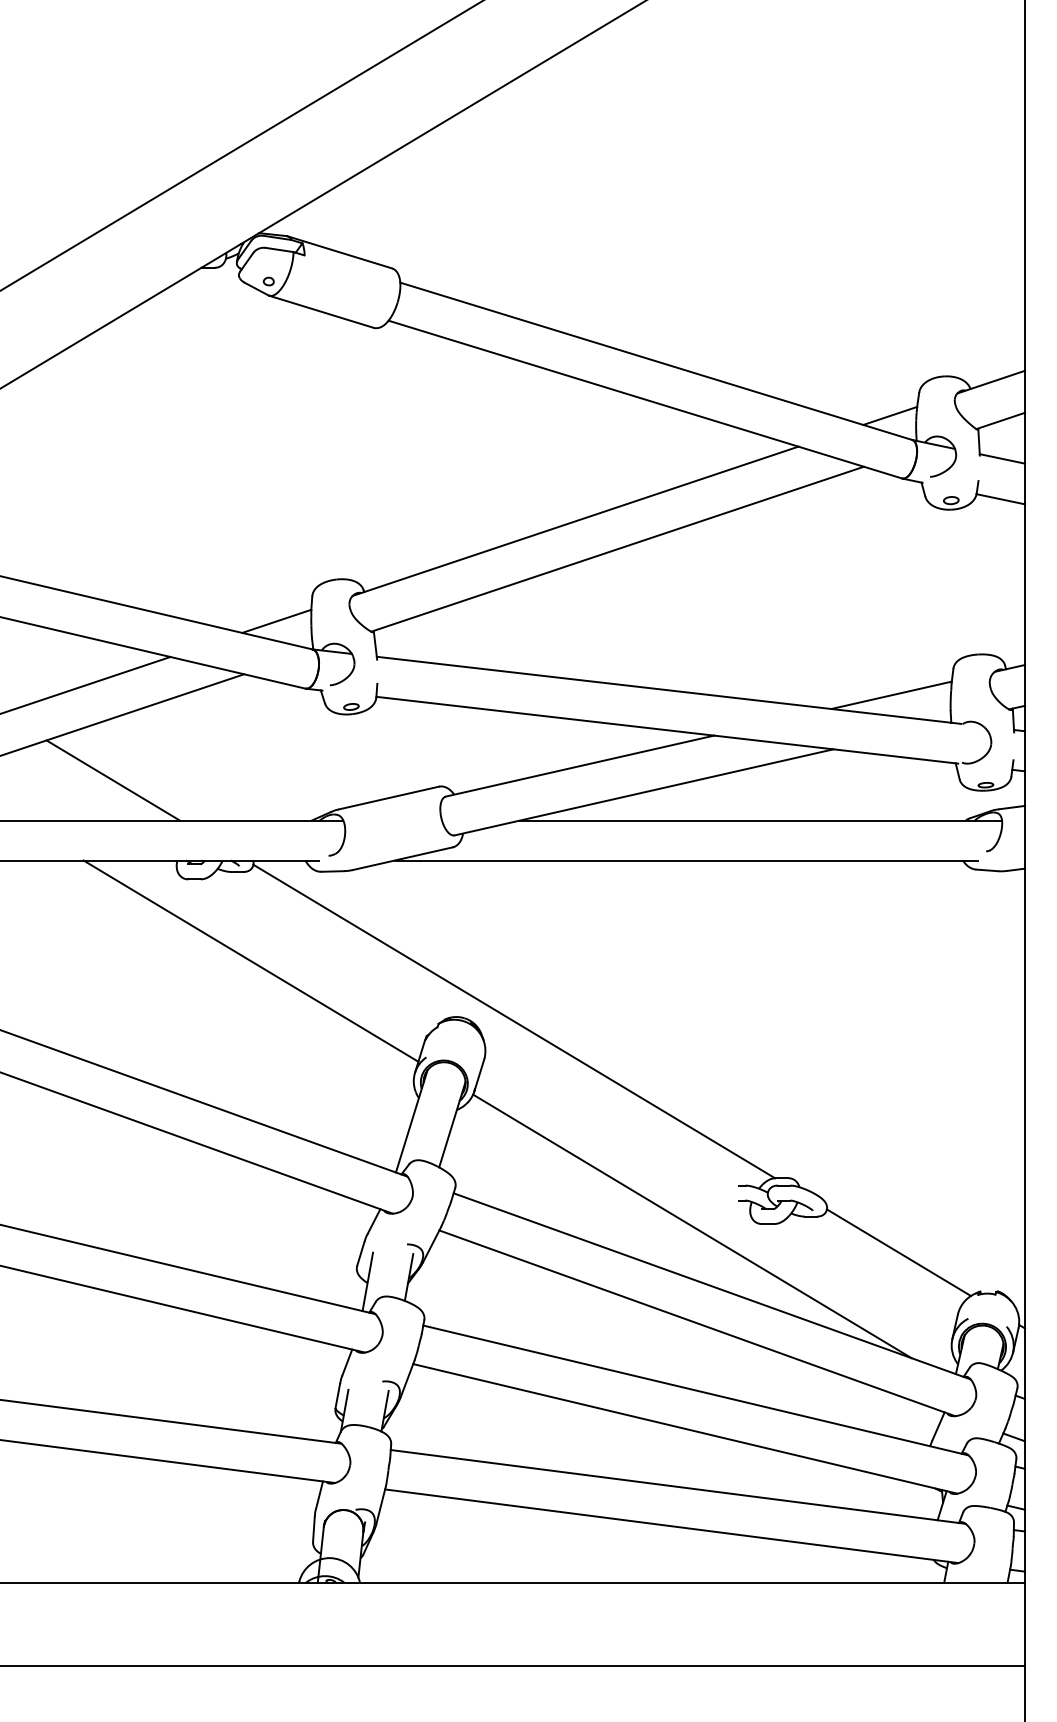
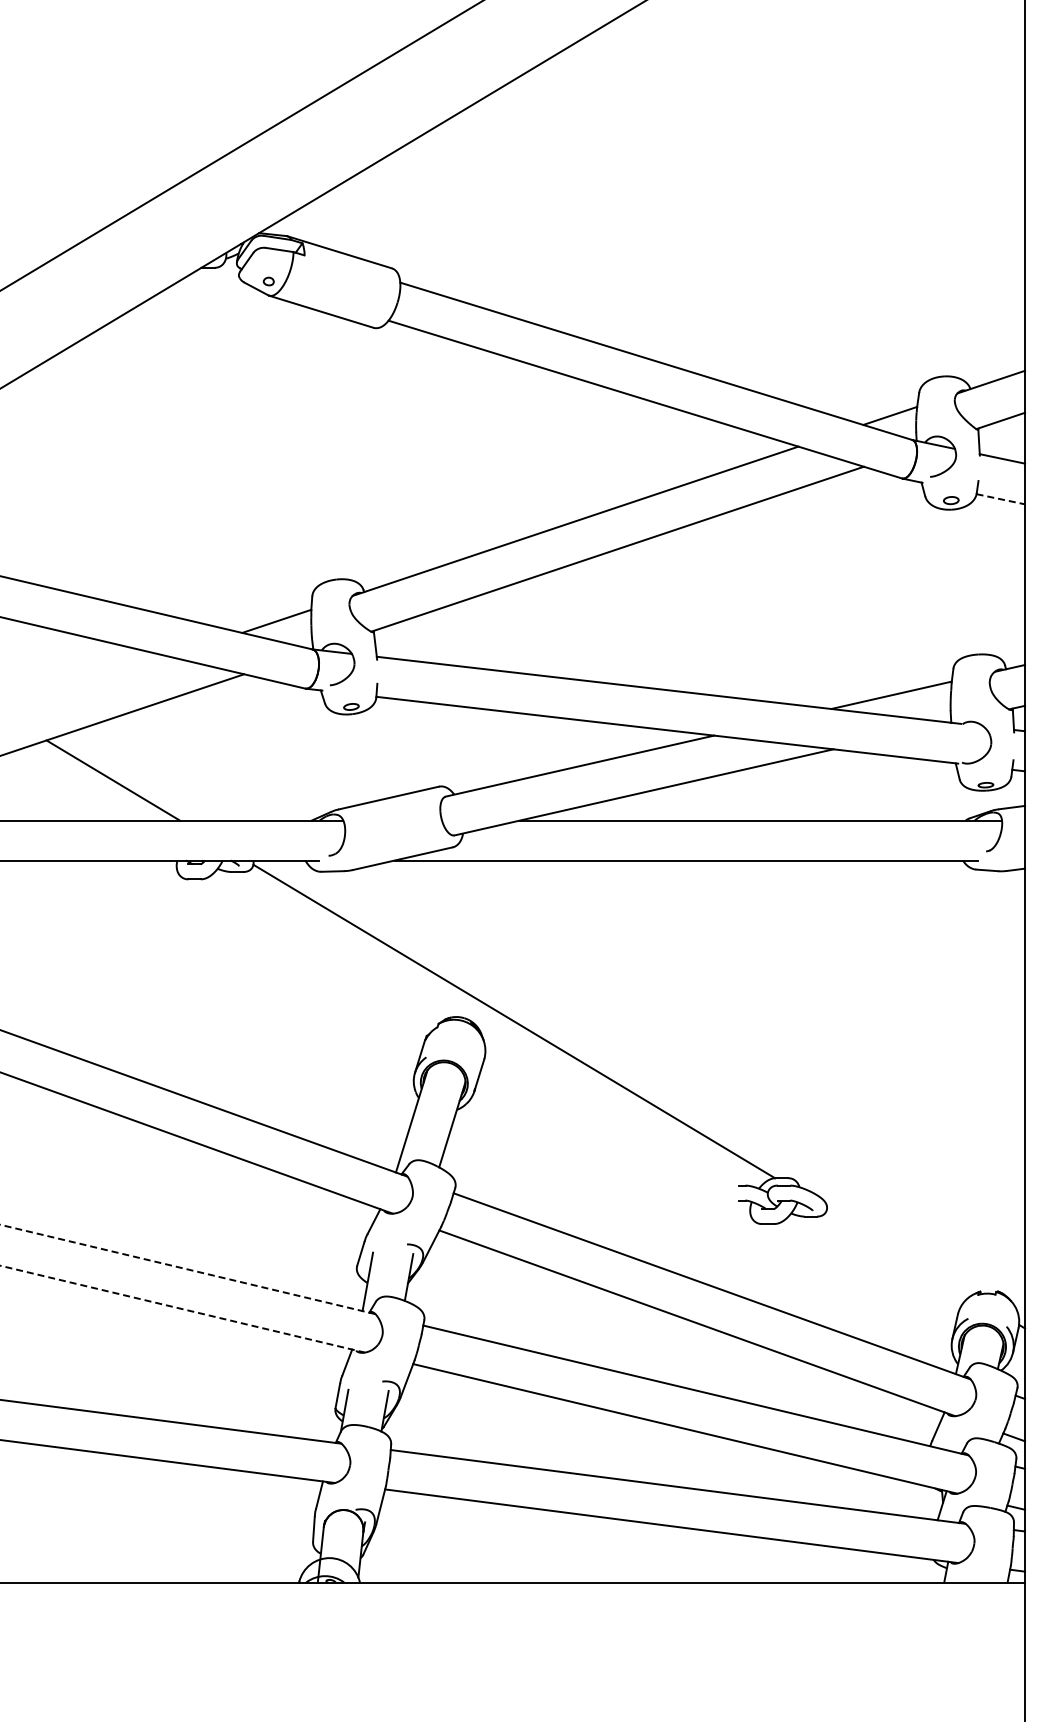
line at (1000, 499): solid -> dashed
line at (86, 684): present -> none
line at (250, 960): present -> none
line at (692, 1226): present -> none
line at (898, 1252): present -> none
line at (187, 1269): solid -> dashed
line at (183, 1309): solid -> dashed
line at (513, 1666): present -> none
